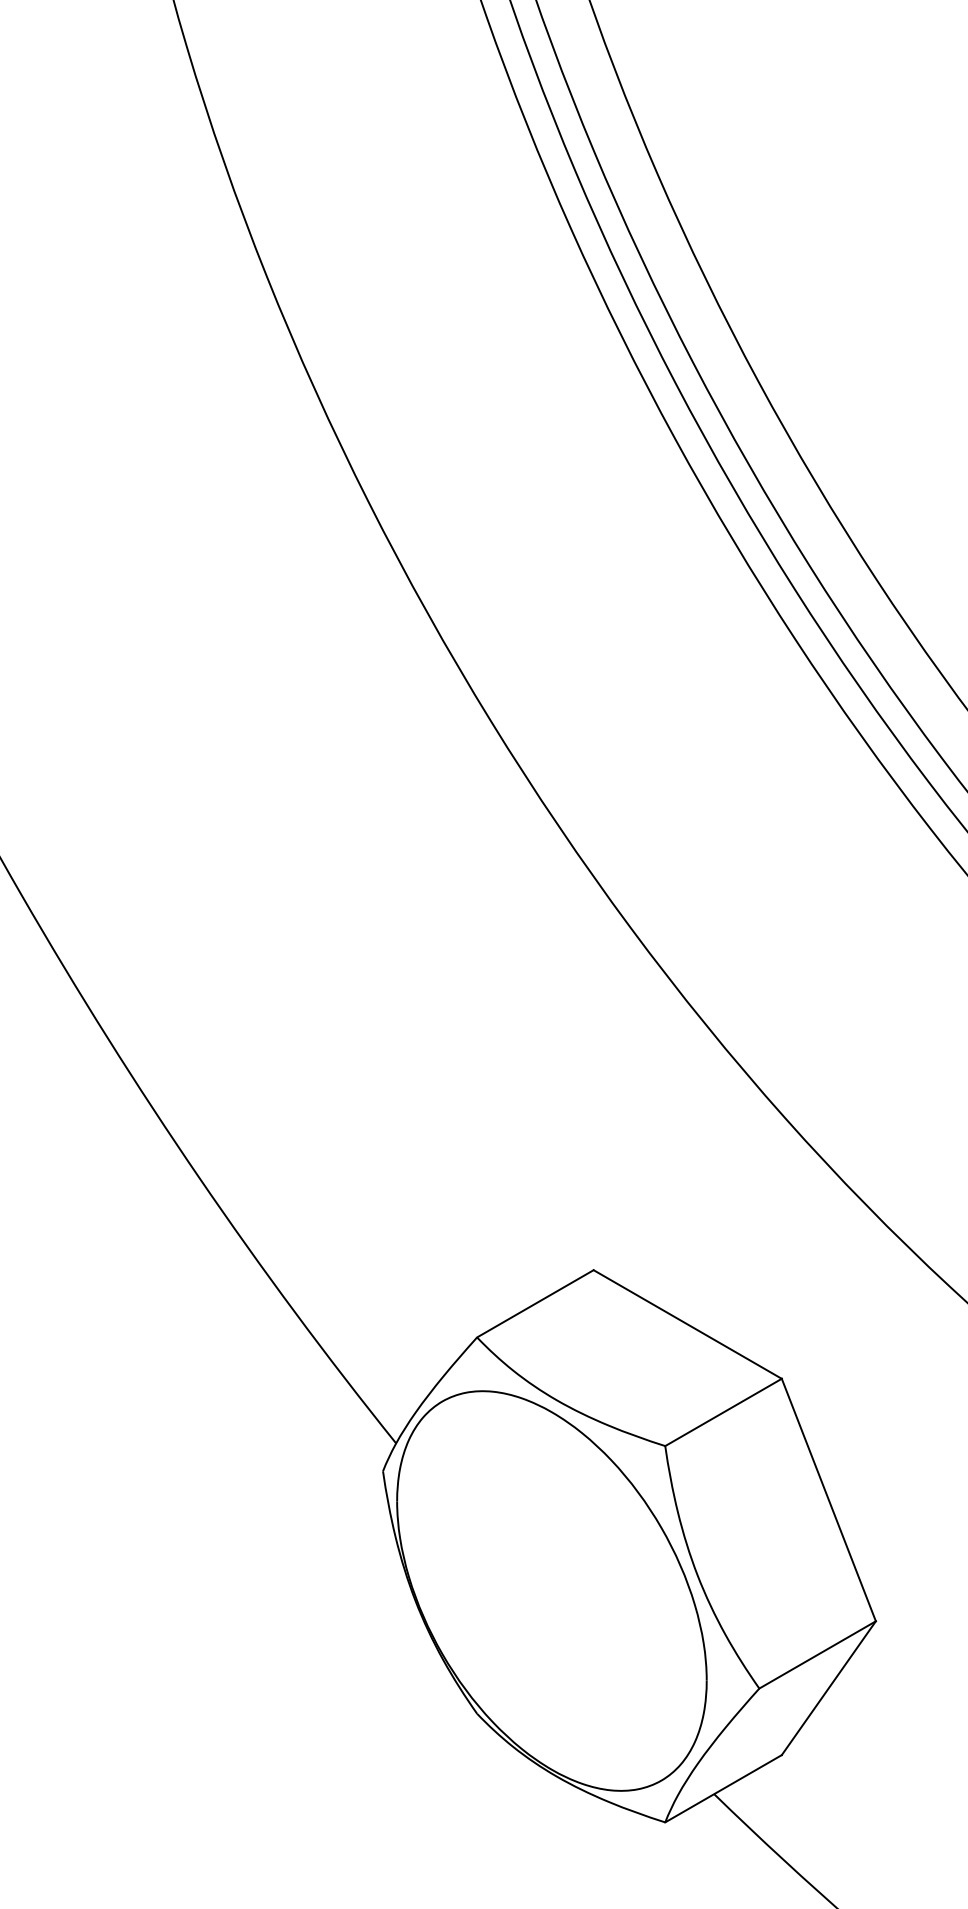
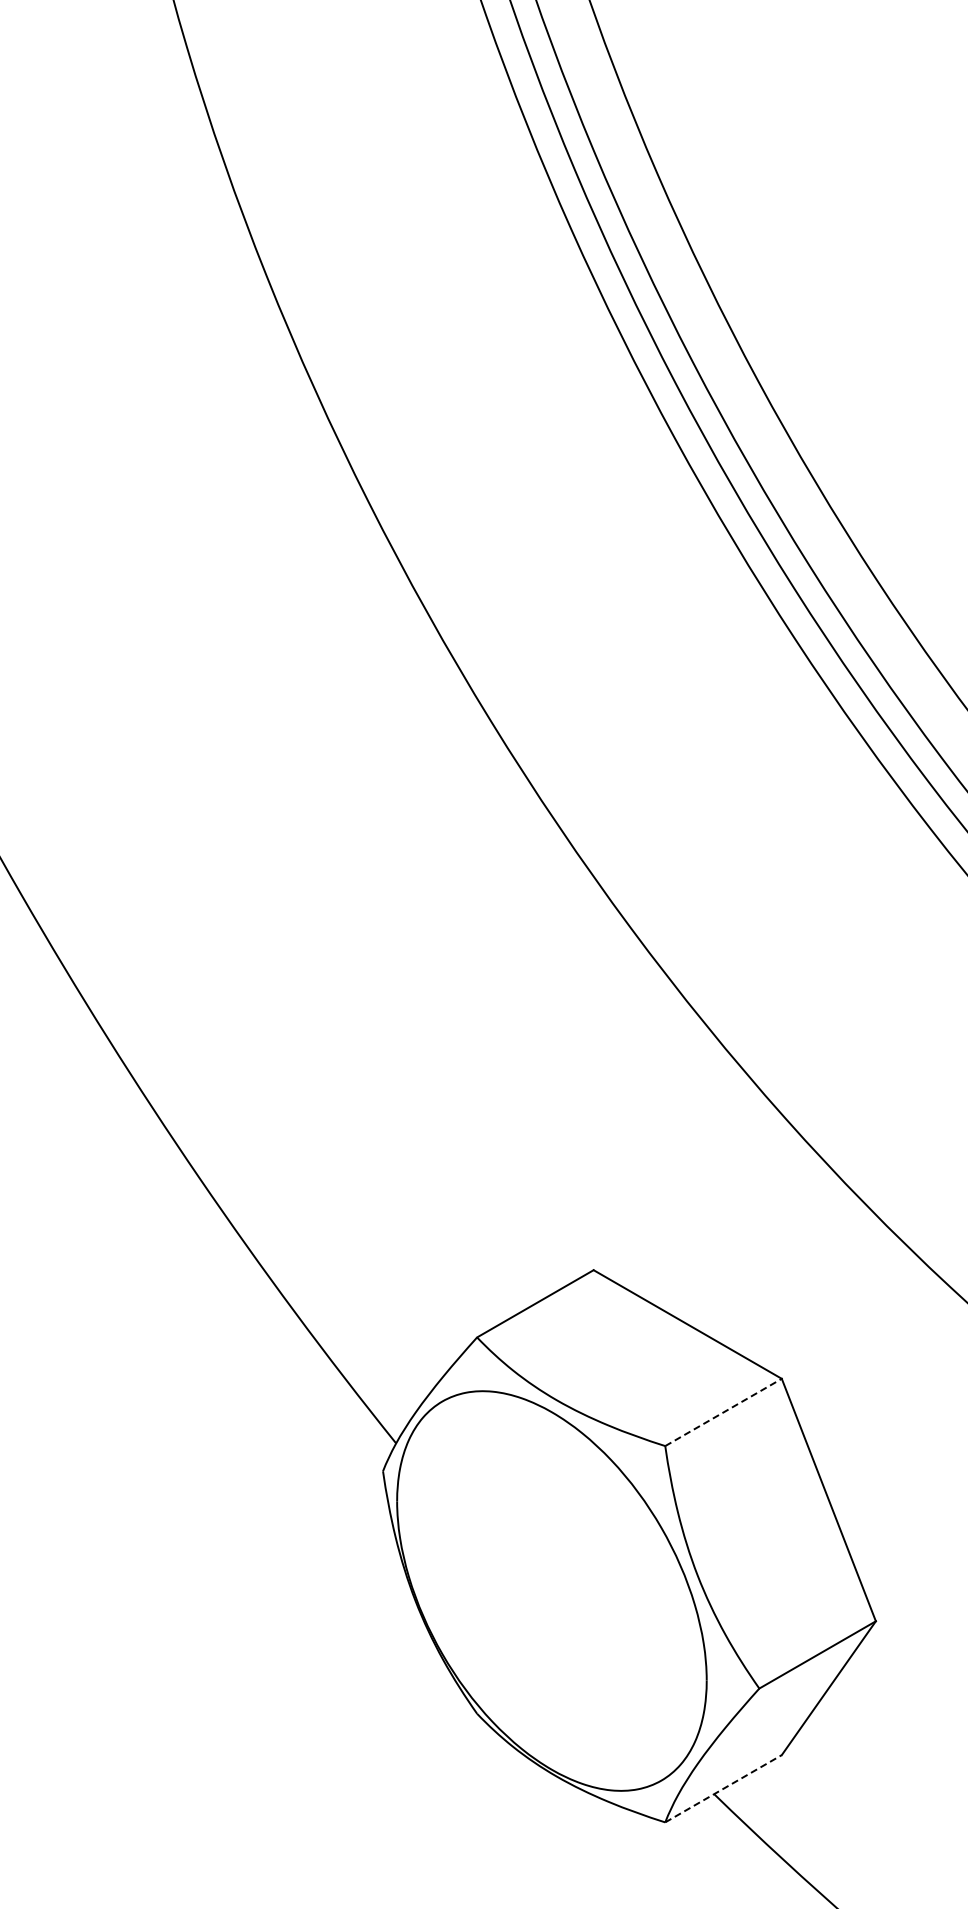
line at (723, 1412): solid -> dashed
line at (723, 1788): solid -> dashed
